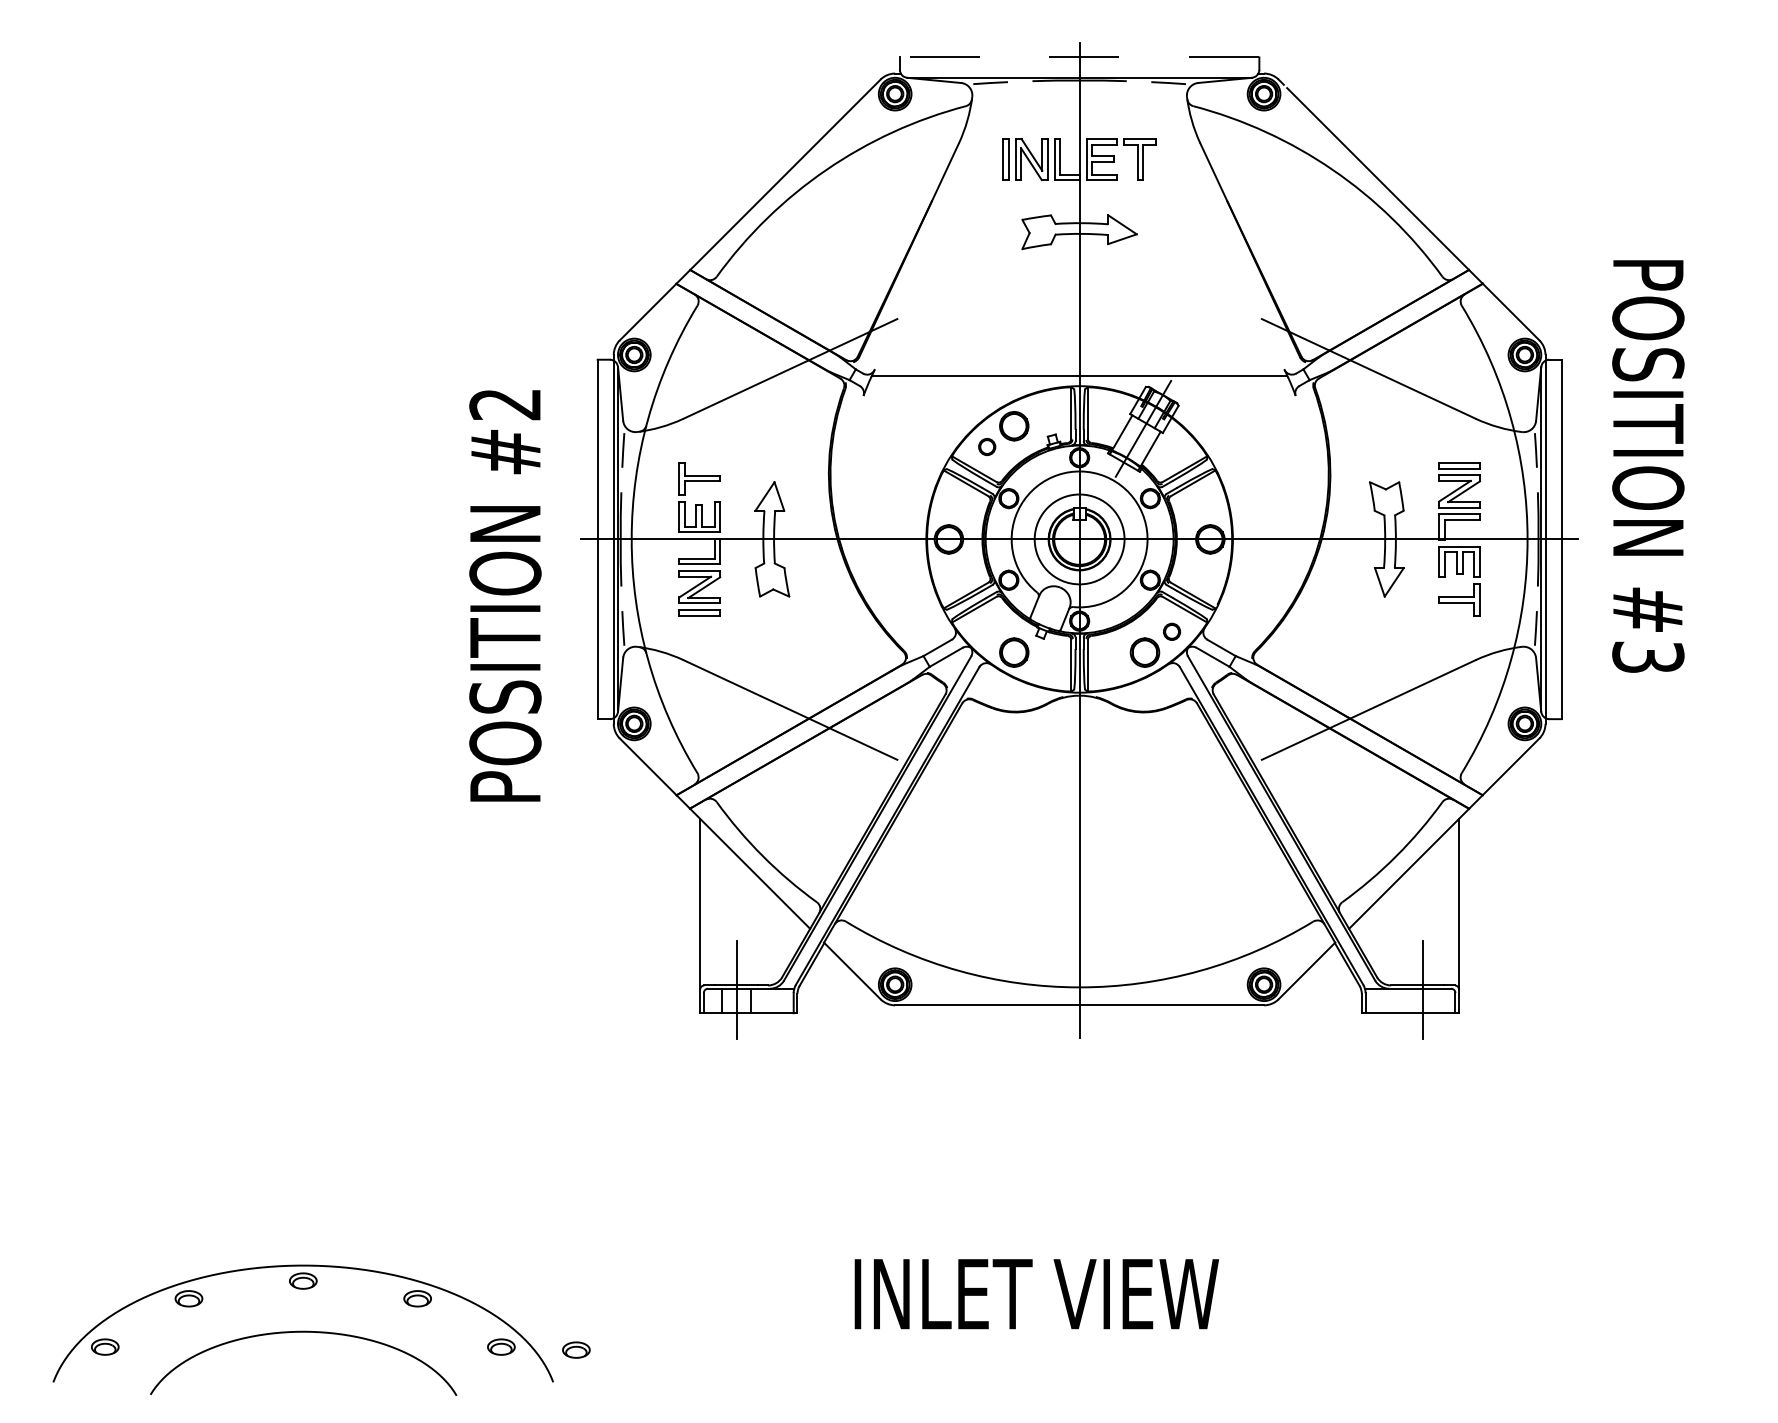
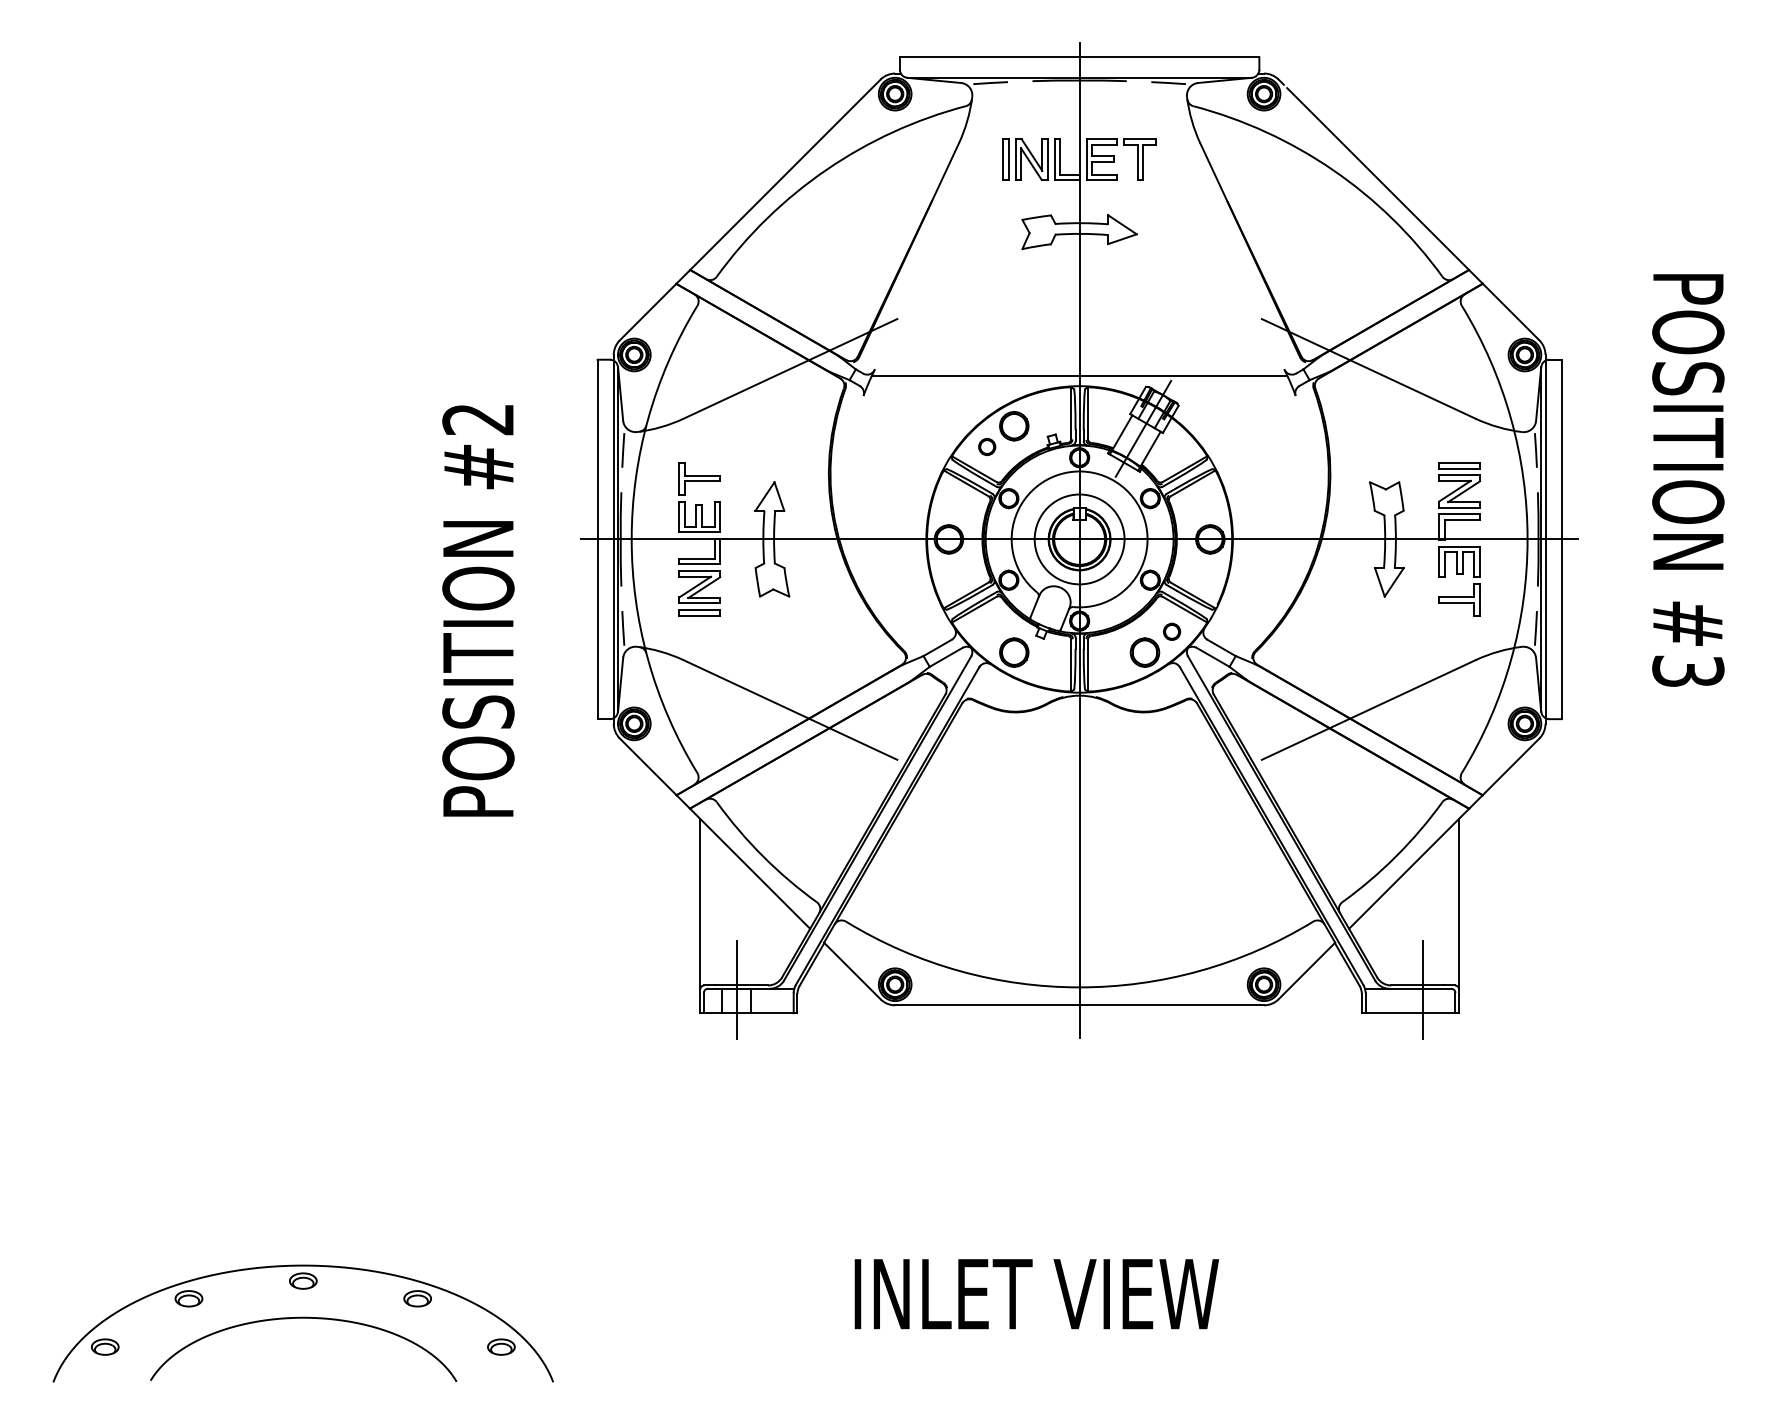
line at (1079, 57): dashed -> solid
text at (1648, 466) position: (1648, 466) -> (1688, 480)
text at (505, 595) position: (505, 595) -> (478, 610)
curve at (303, 1332) position: (303, 1332) -> (303, 1318)
part at (576, 1349): present -> none
